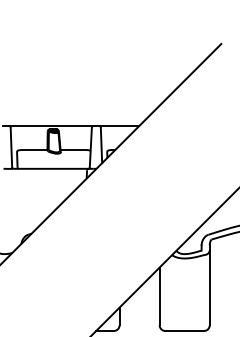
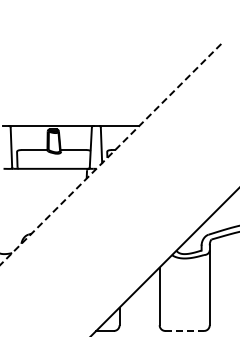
line at (111, 153): solid -> dashed
line at (185, 330): solid -> dashed
